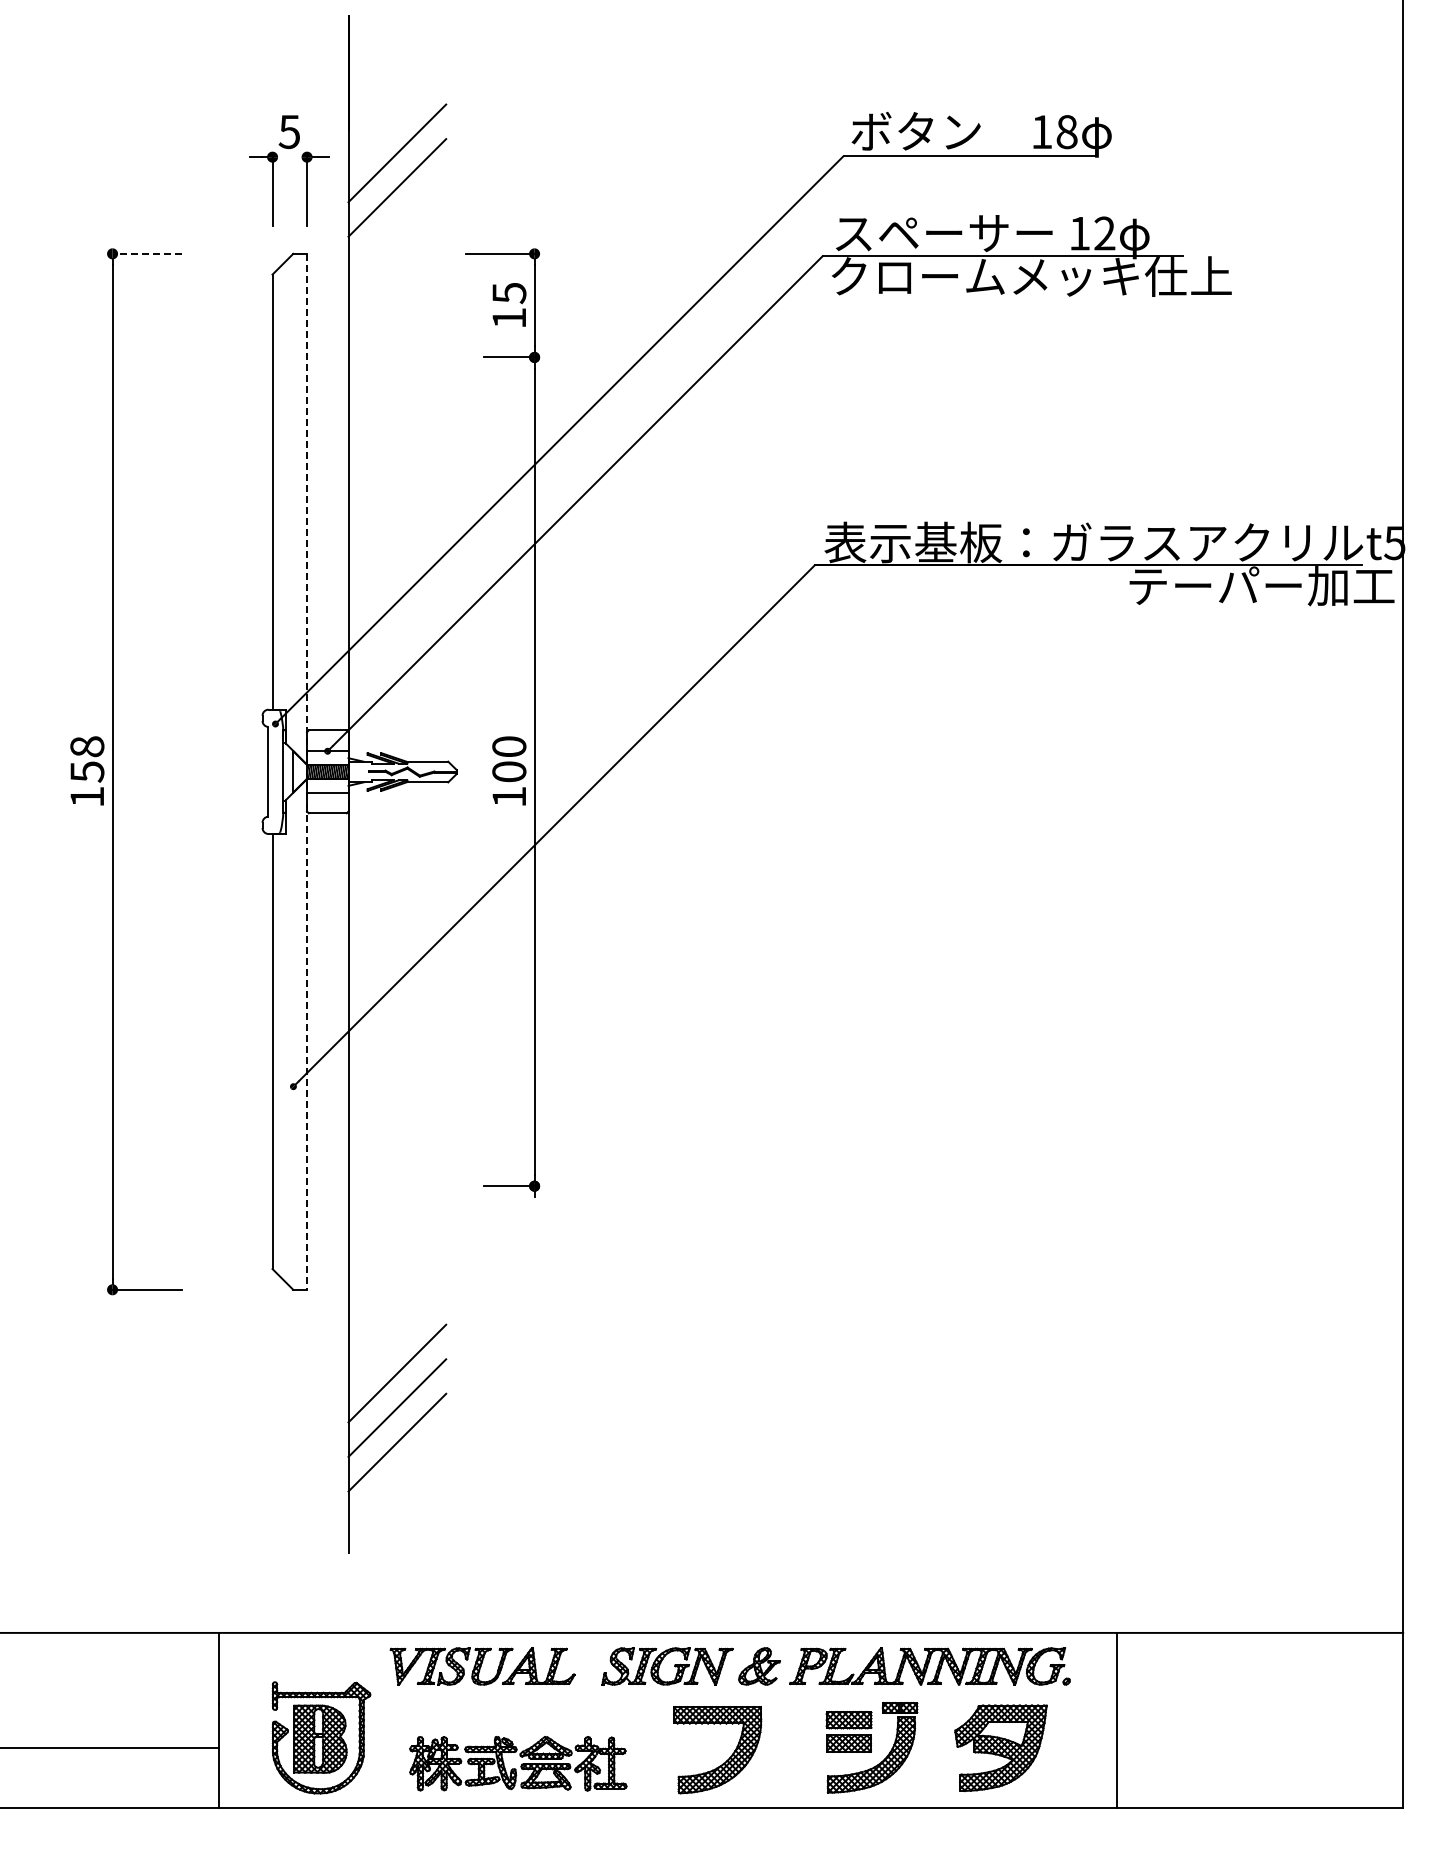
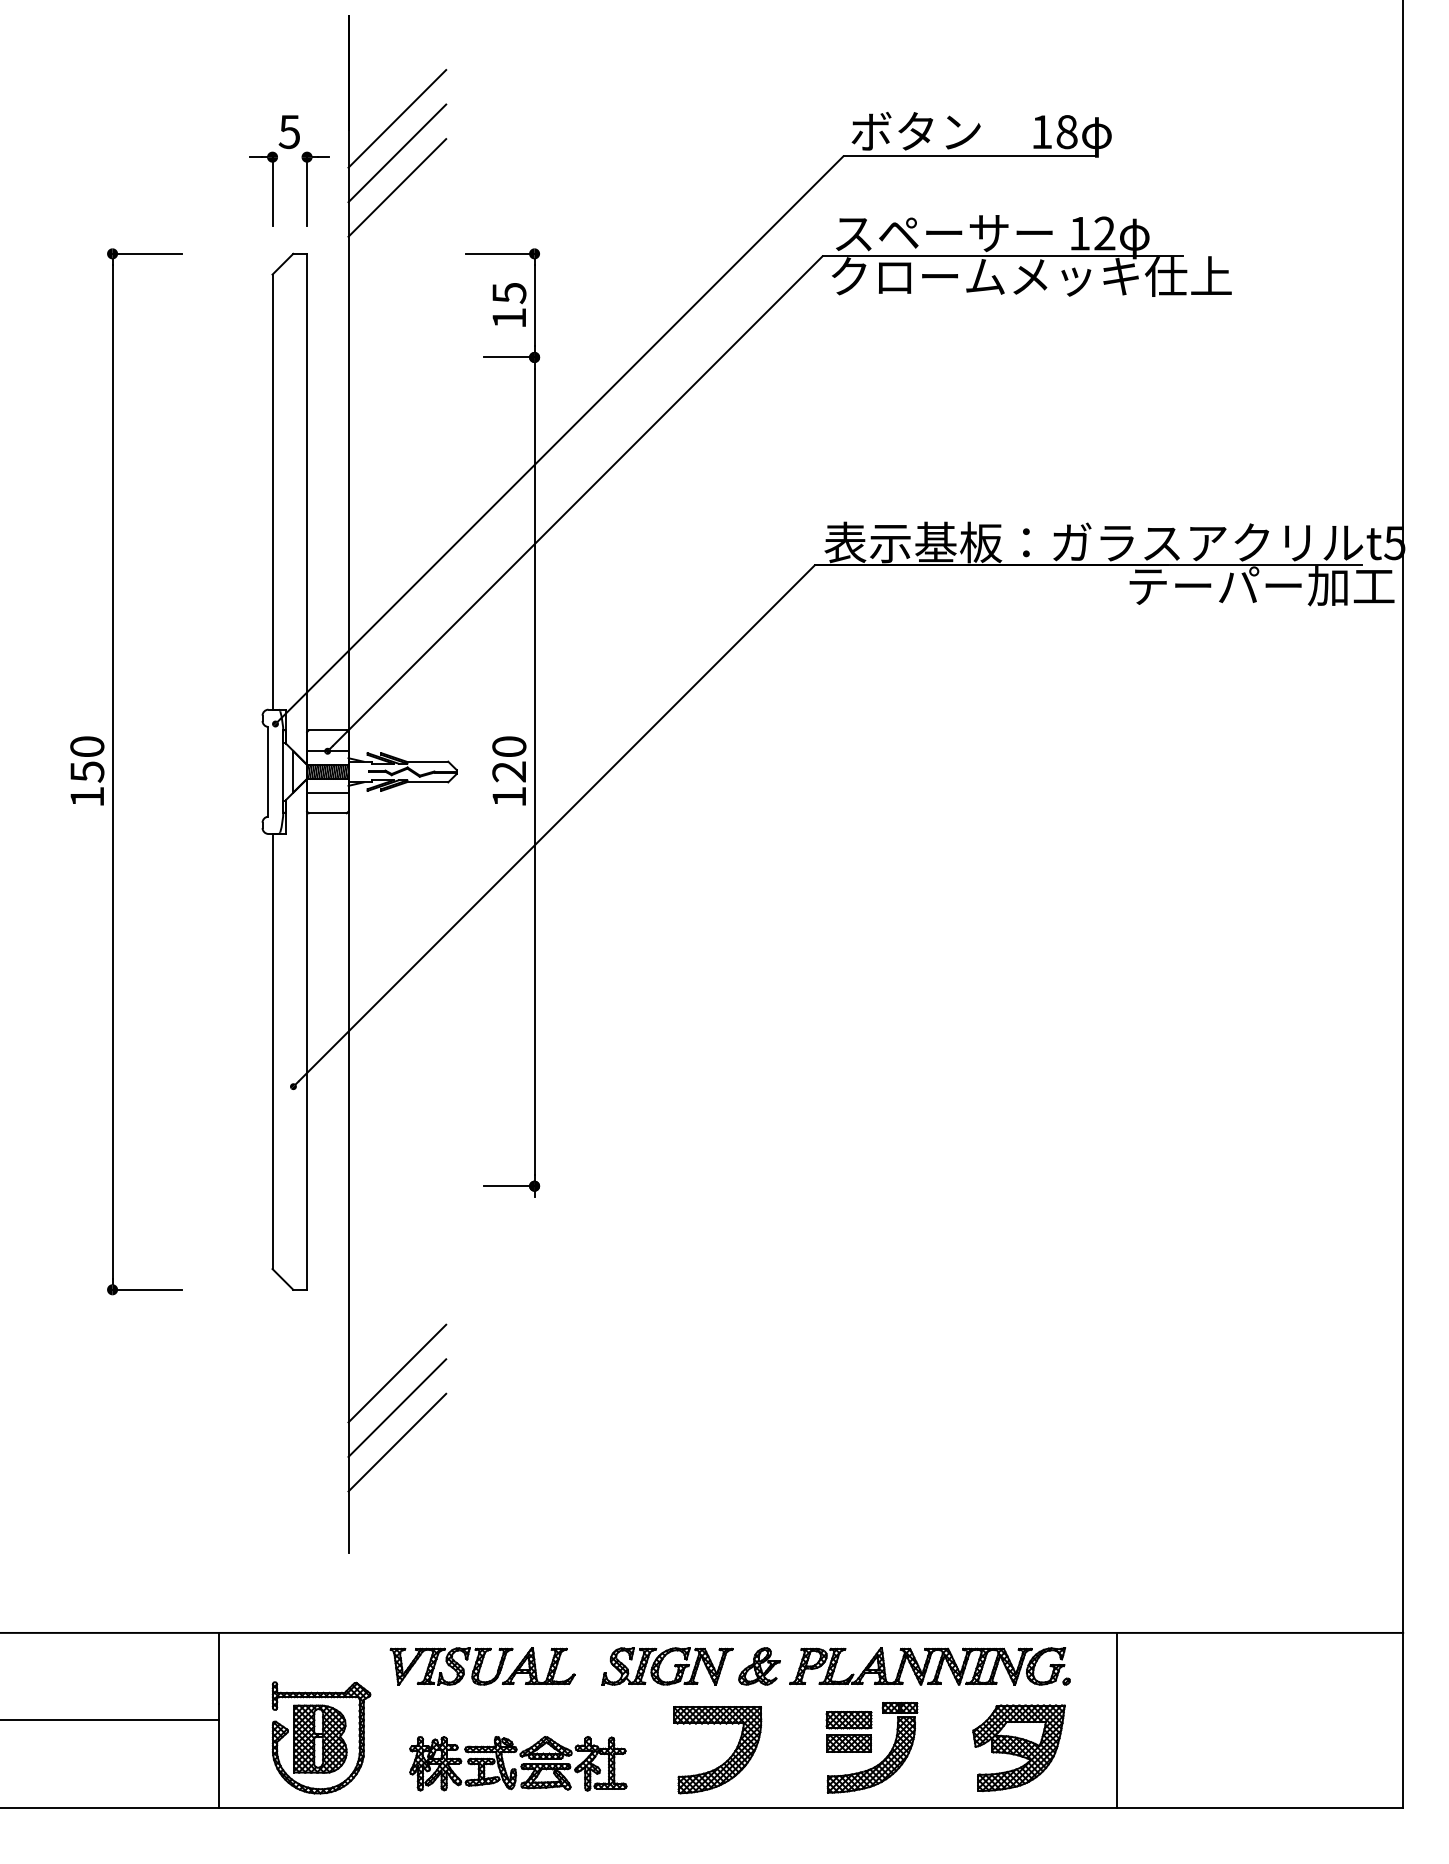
line at (397, 118): none -> present
line at (147, 253): dashed -> solid
text at (87, 746): 158 -> 150
line at (307, 771): dashed -> solid
text at (509, 771): 100 -> 120
line at (110, 1748) position: (110, 1748) -> (110, 1720)
part at (1000, 1748) position: (1000, 1748) -> (1018, 1748)
